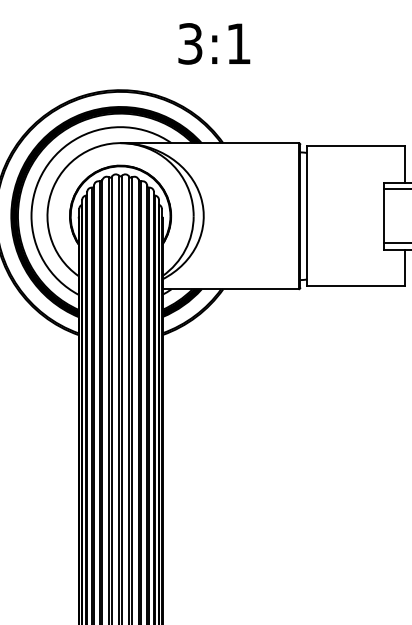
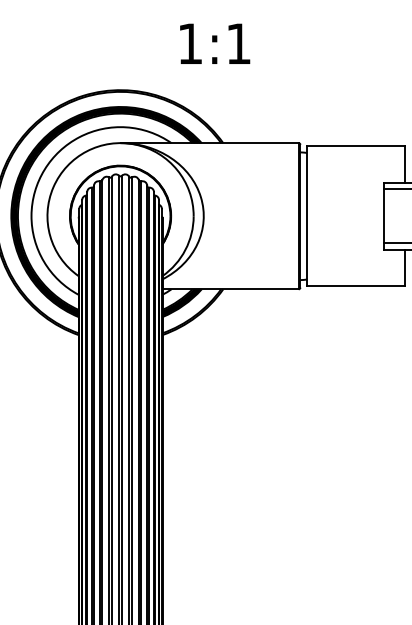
text at (190, 43): 3:1 -> 1:1
